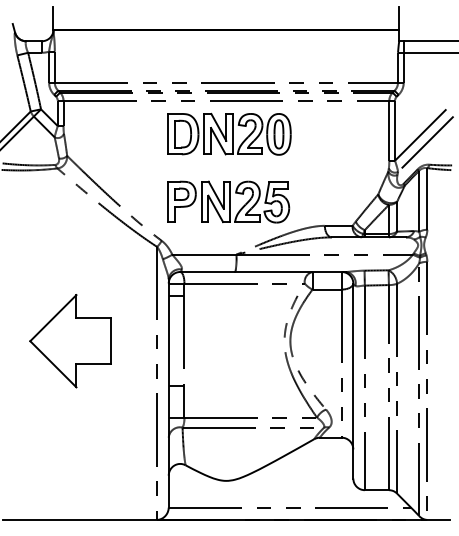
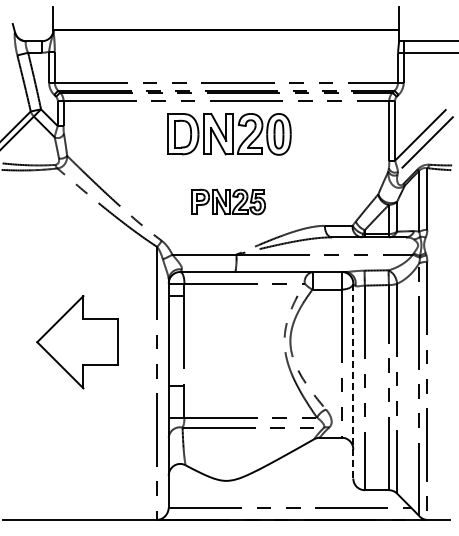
part at (228, 201) size: 124x44 px -> 75x28 px
part at (70, 341) position: (70, 341) -> (77, 342)
line at (353, 381): solid -> dashed
